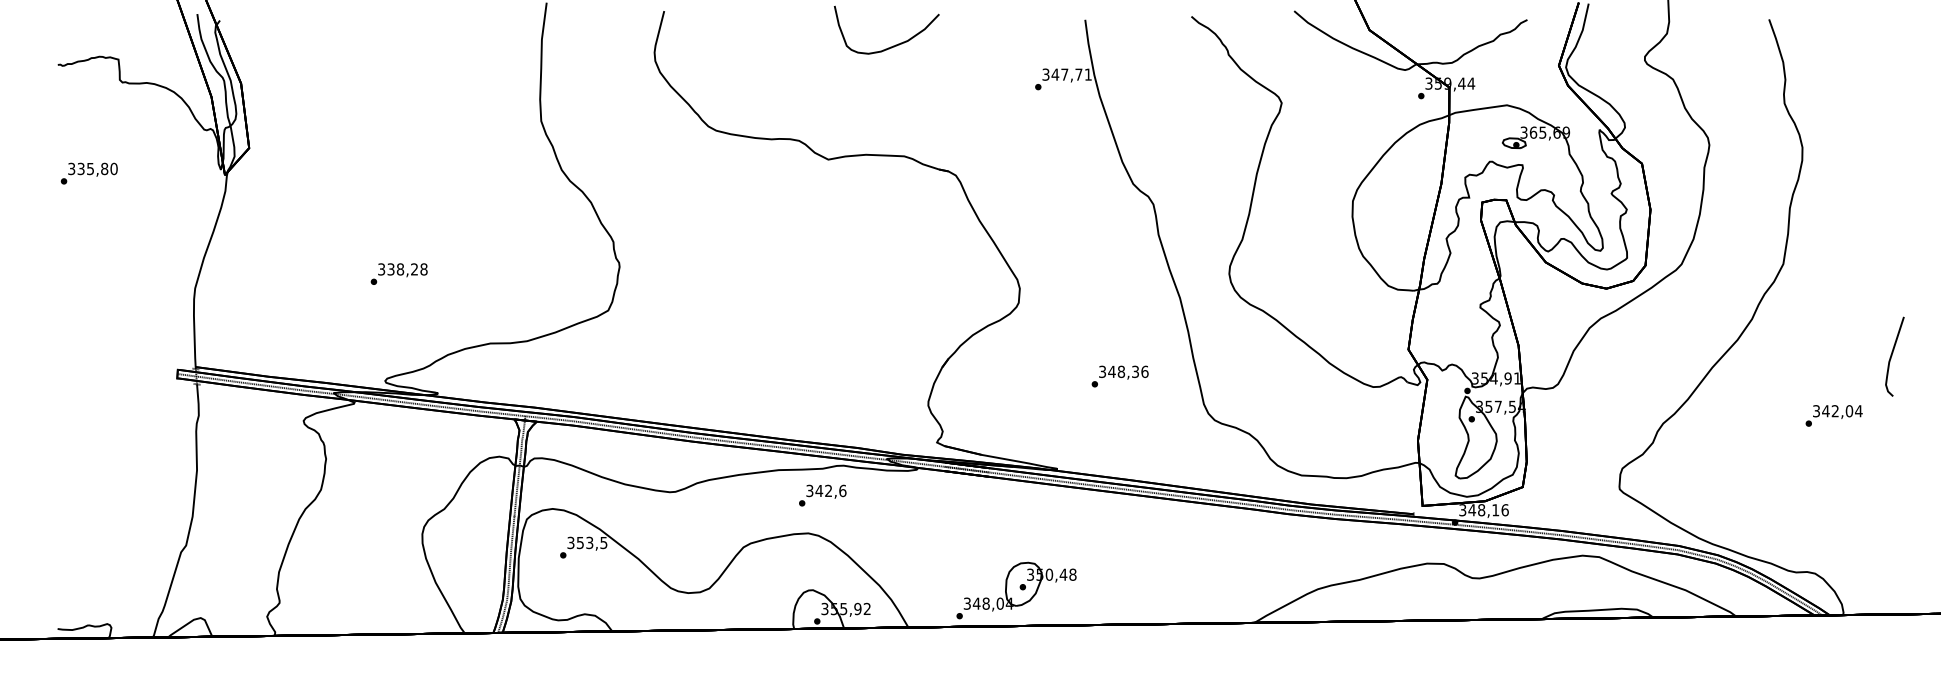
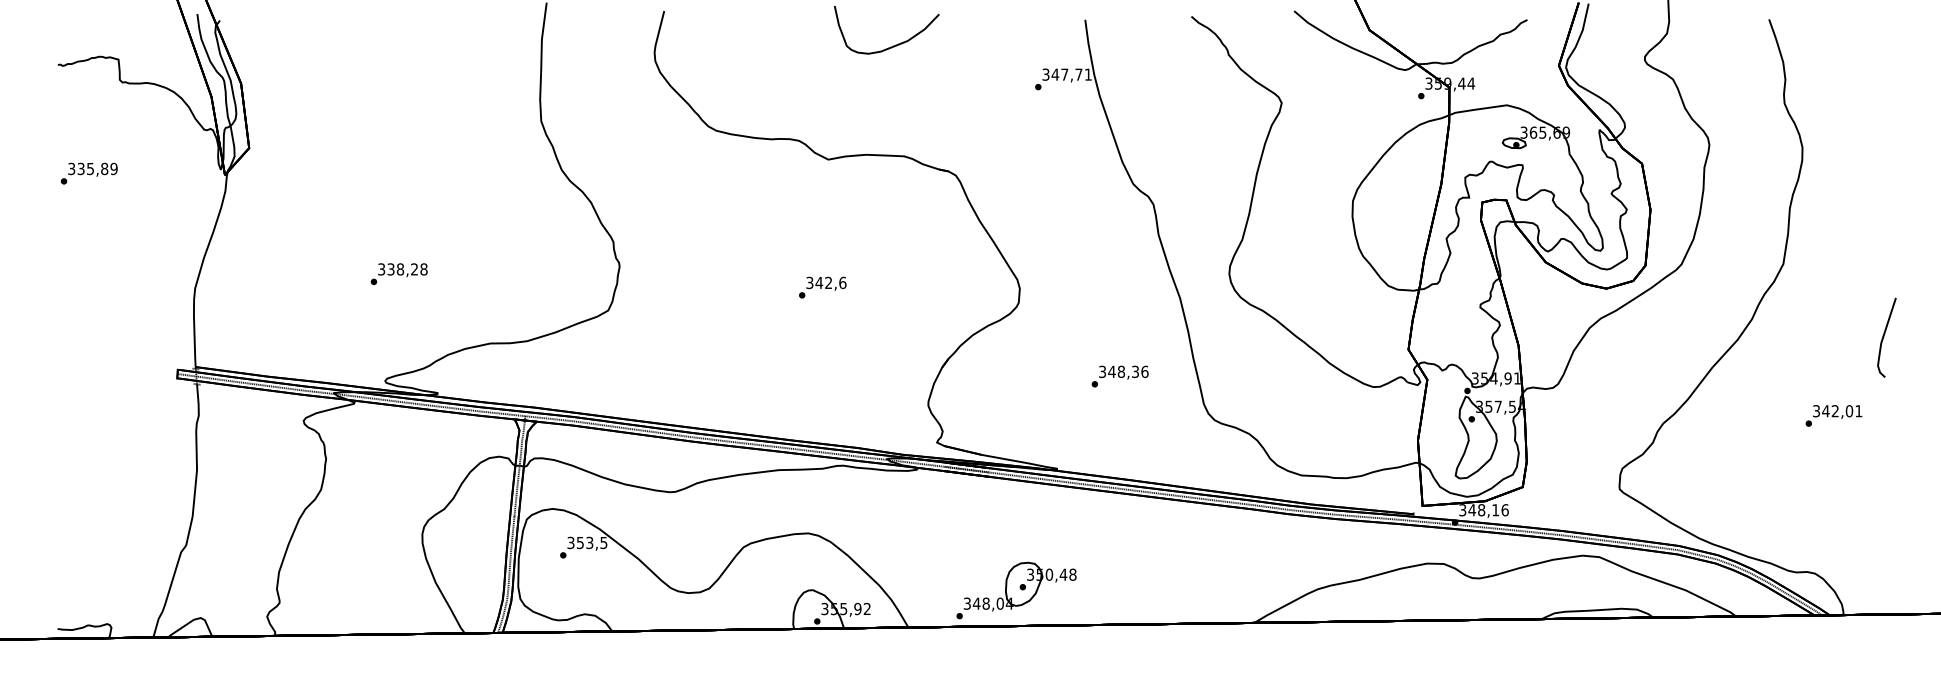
text at (113, 169): 335,80 -> 335,89
part at (1894, 356) position: (1894, 356) -> (1886, 337)
text at (1858, 411): 342,04 -> 342,01
text at (822, 495) position: (822, 495) -> (822, 287)
